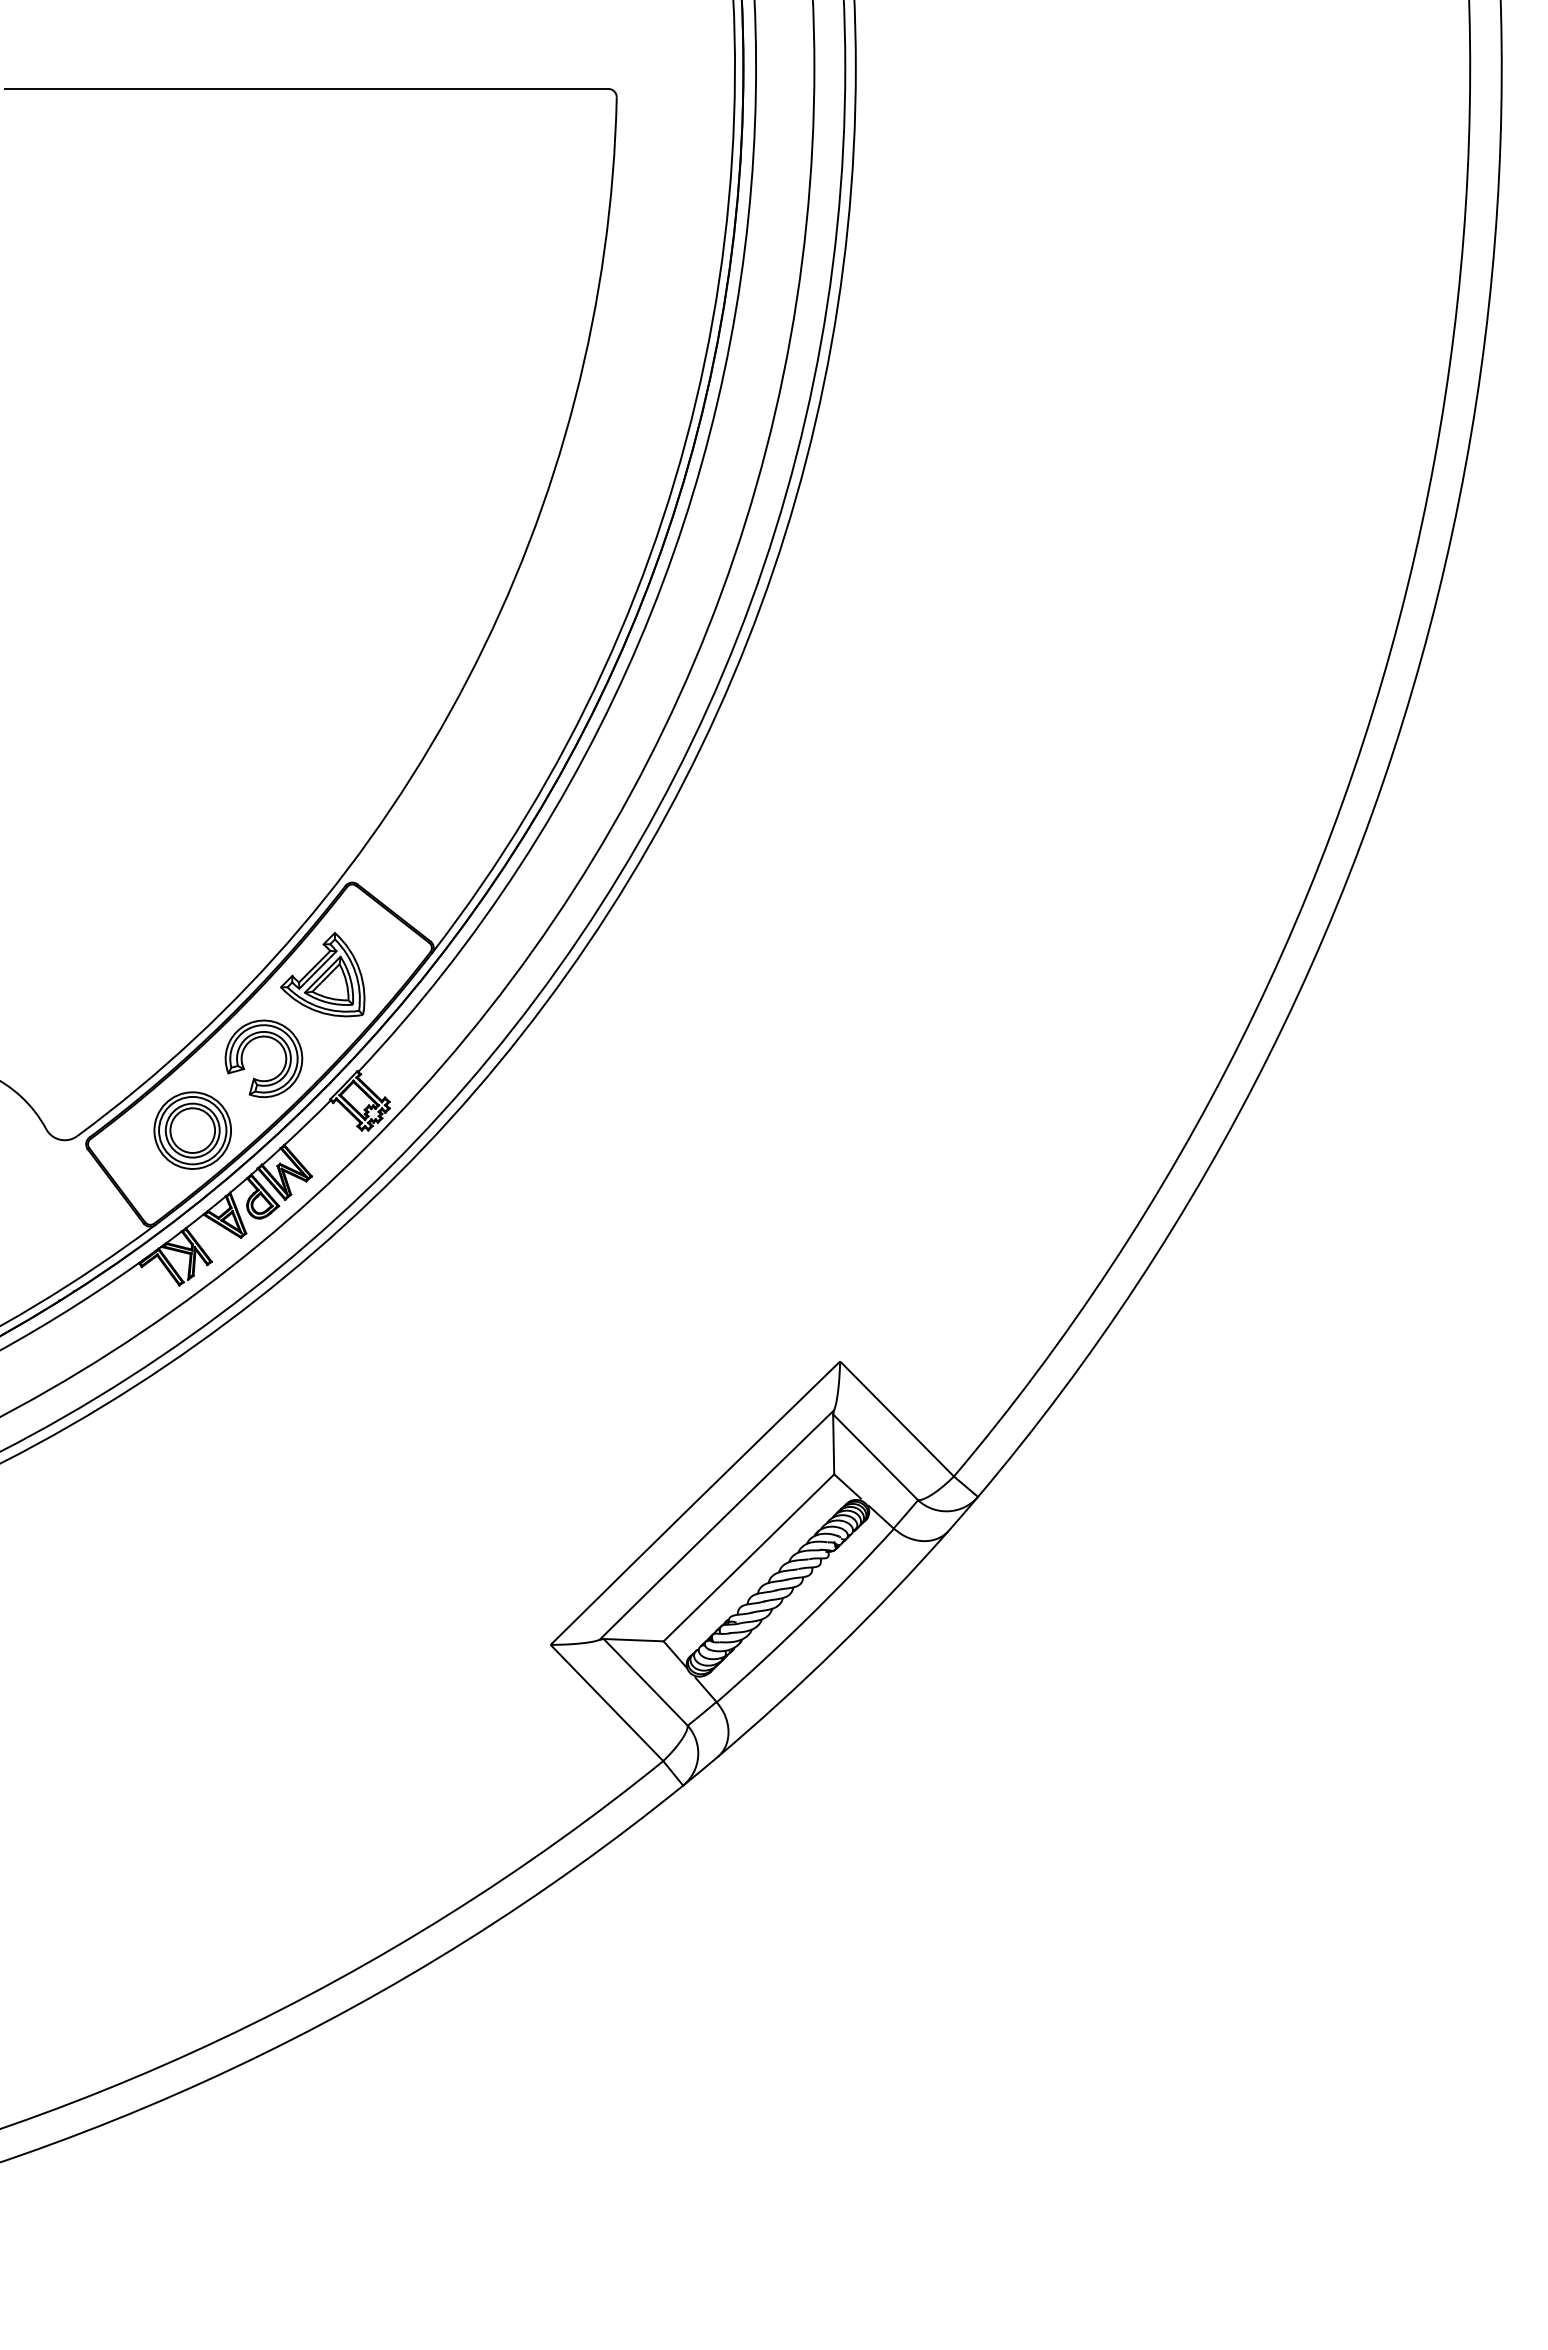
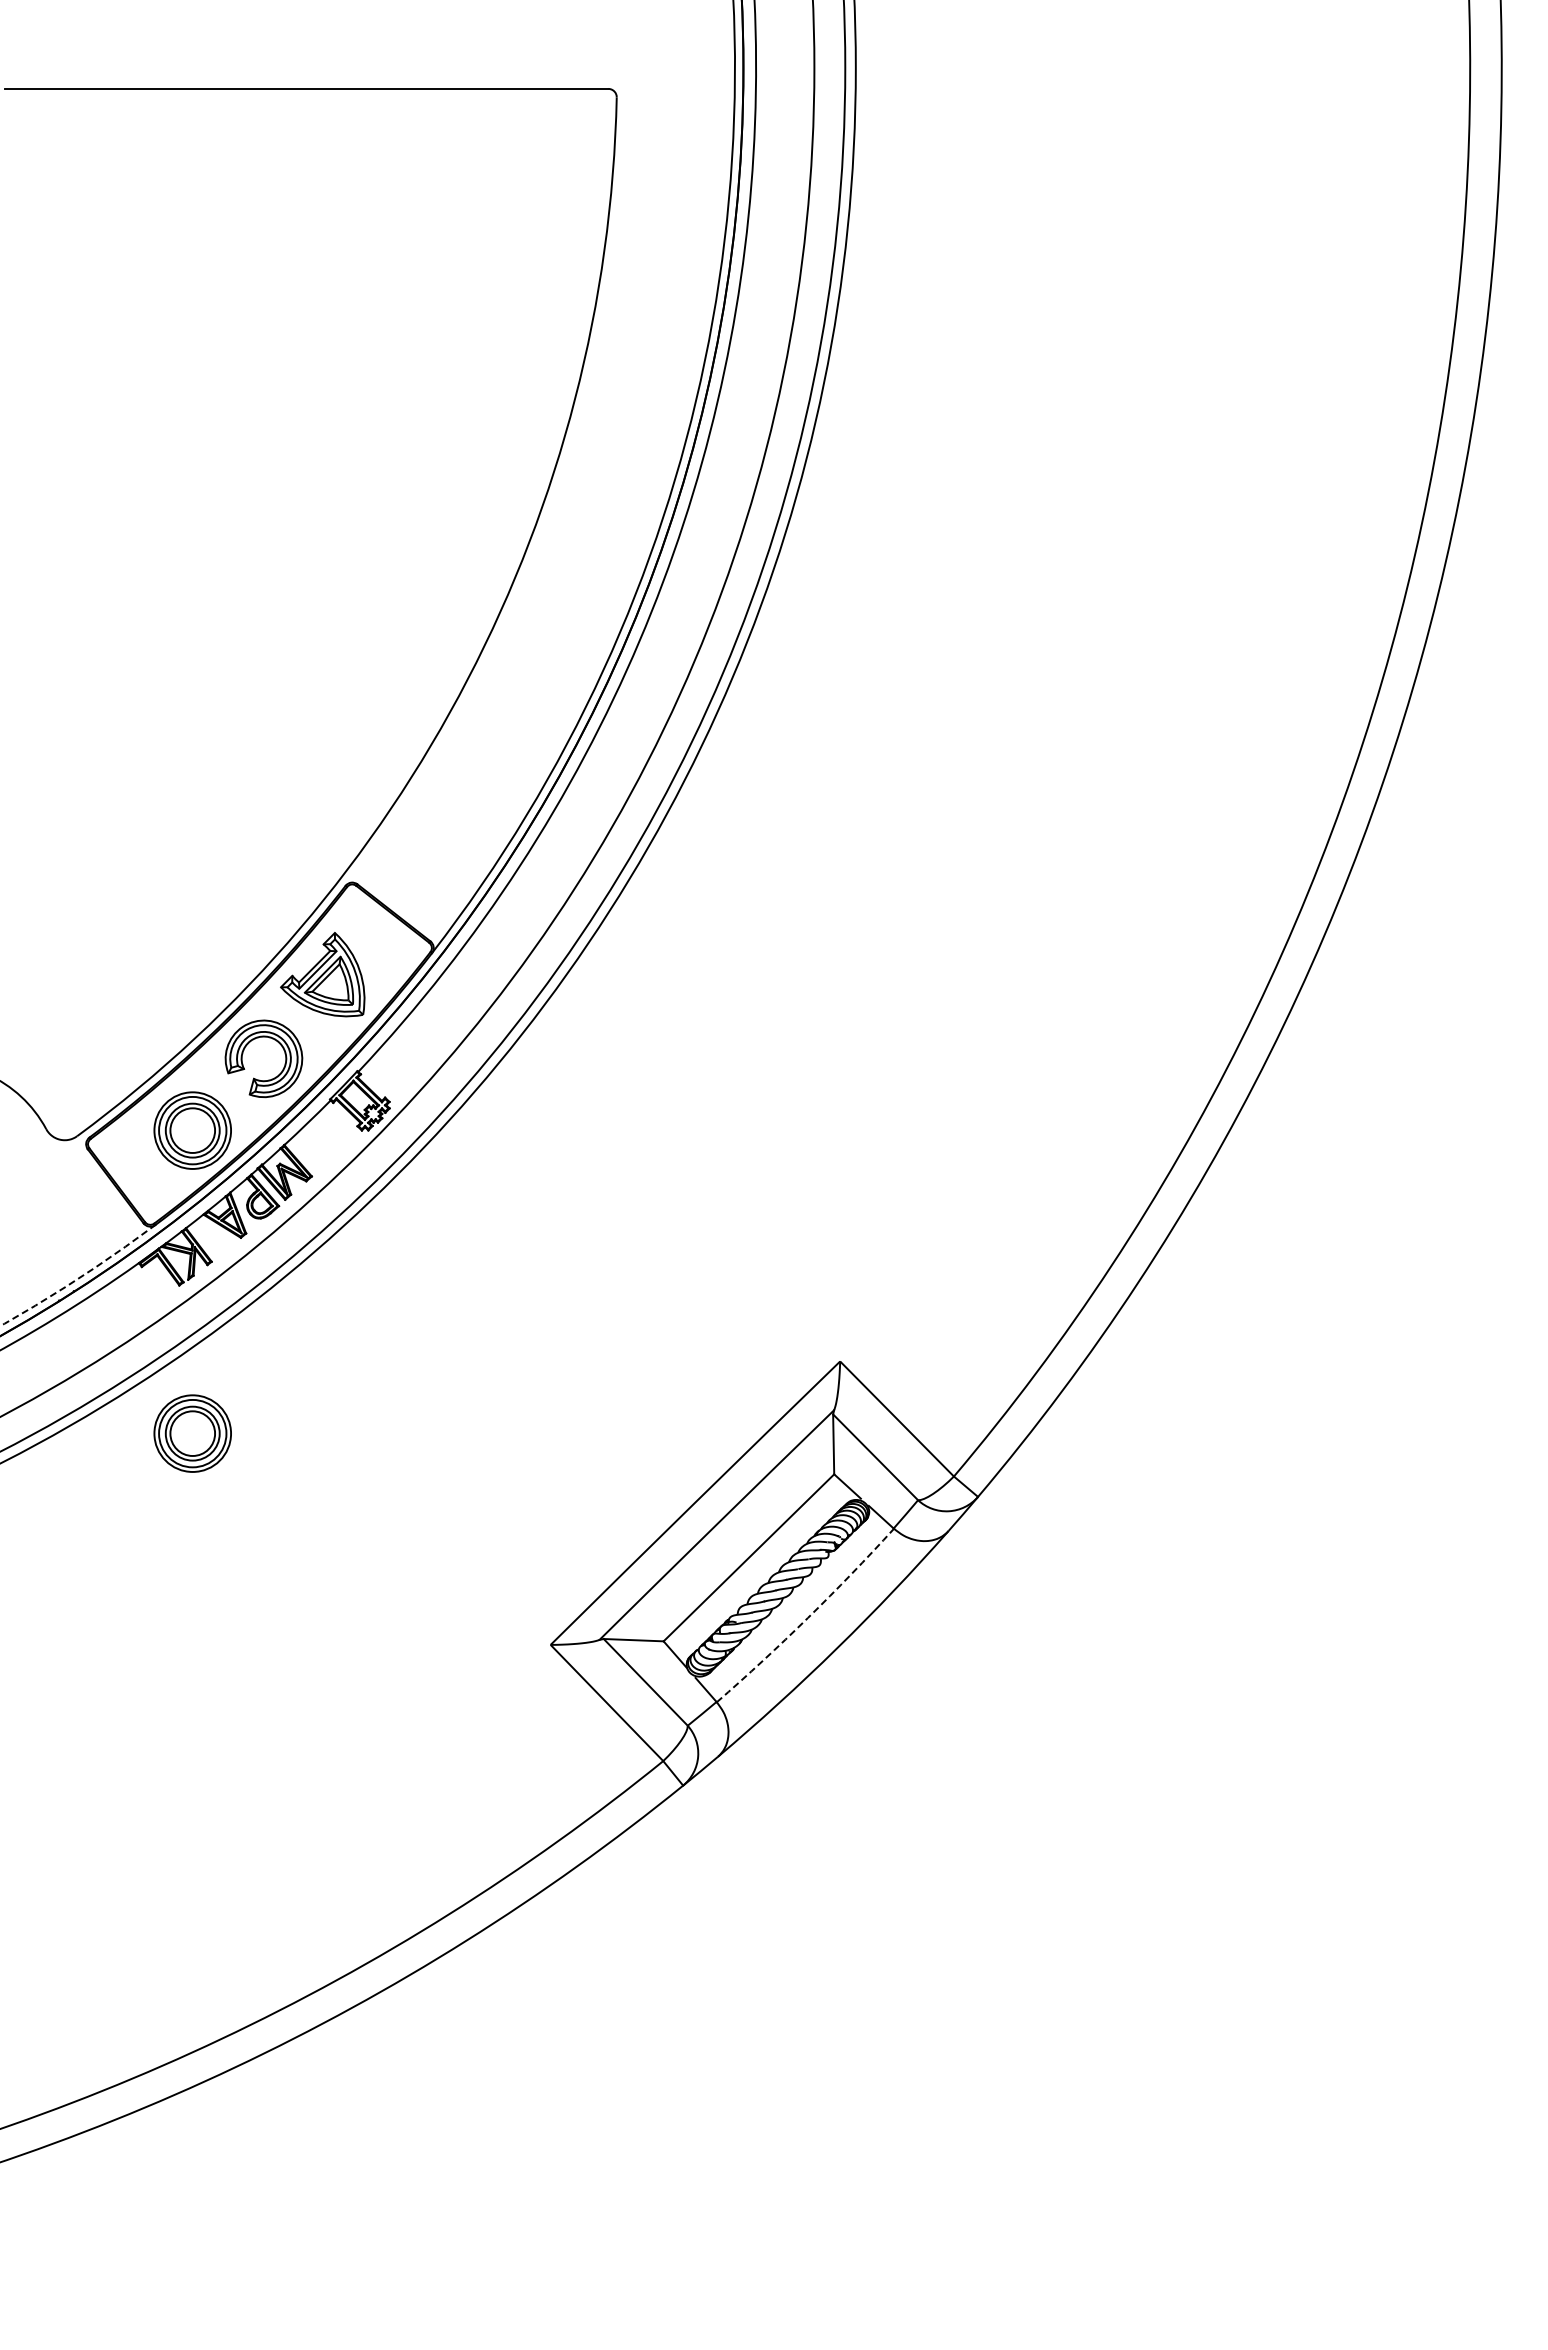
arc at (79, 1278): solid -> dashed
part at (192, 1433): none -> present
arc at (807, 1618): solid -> dashed
